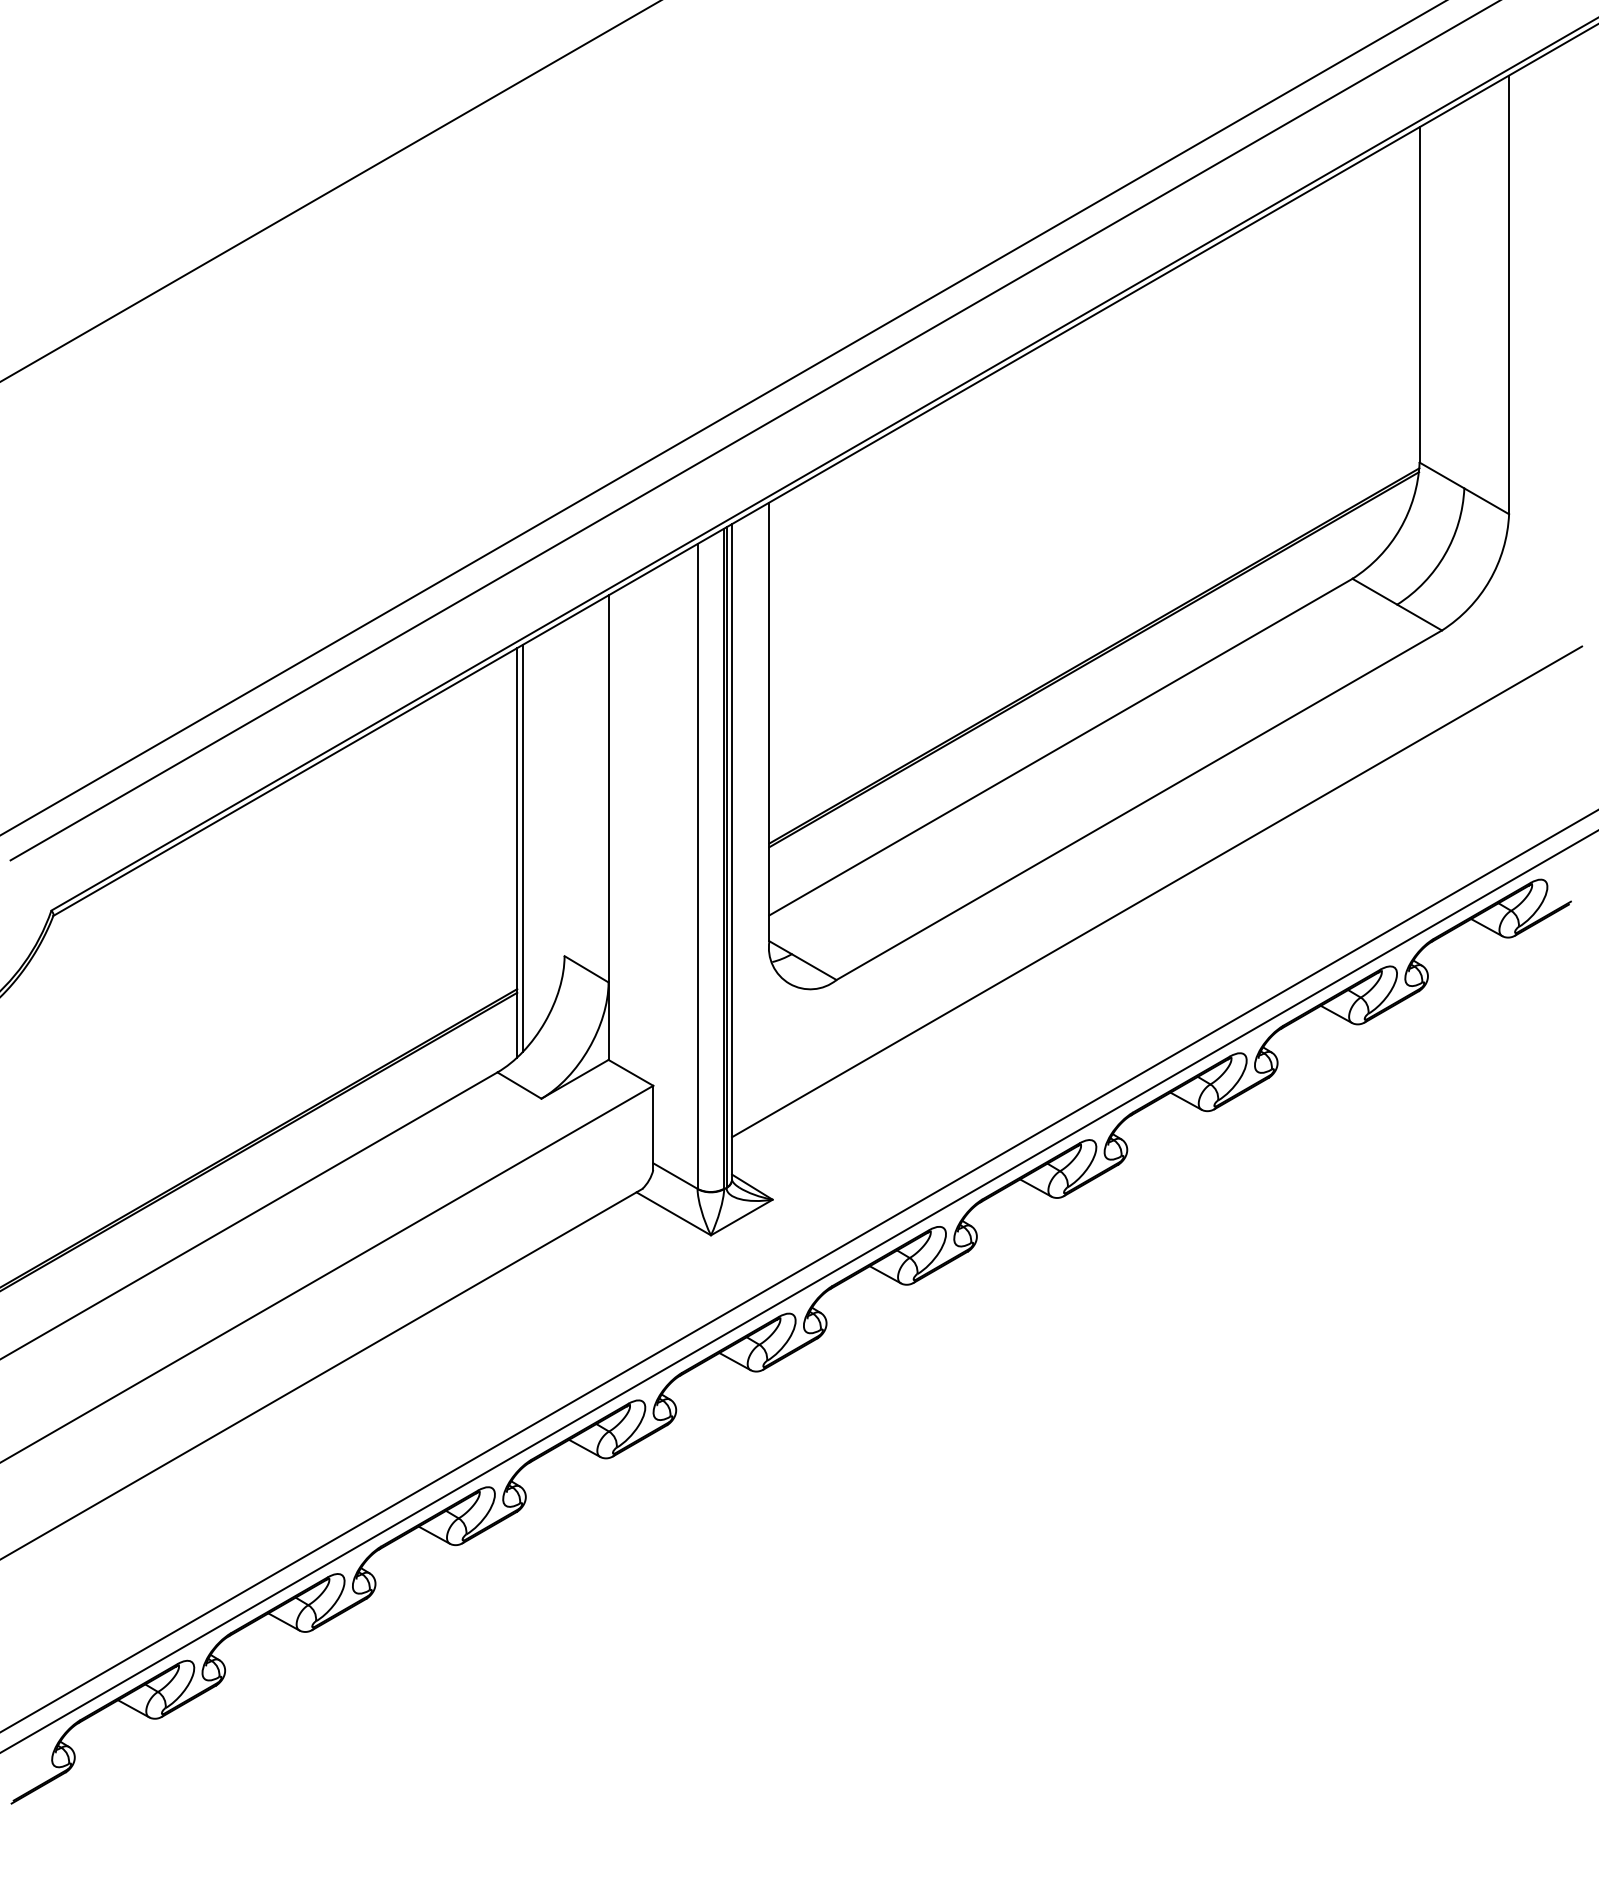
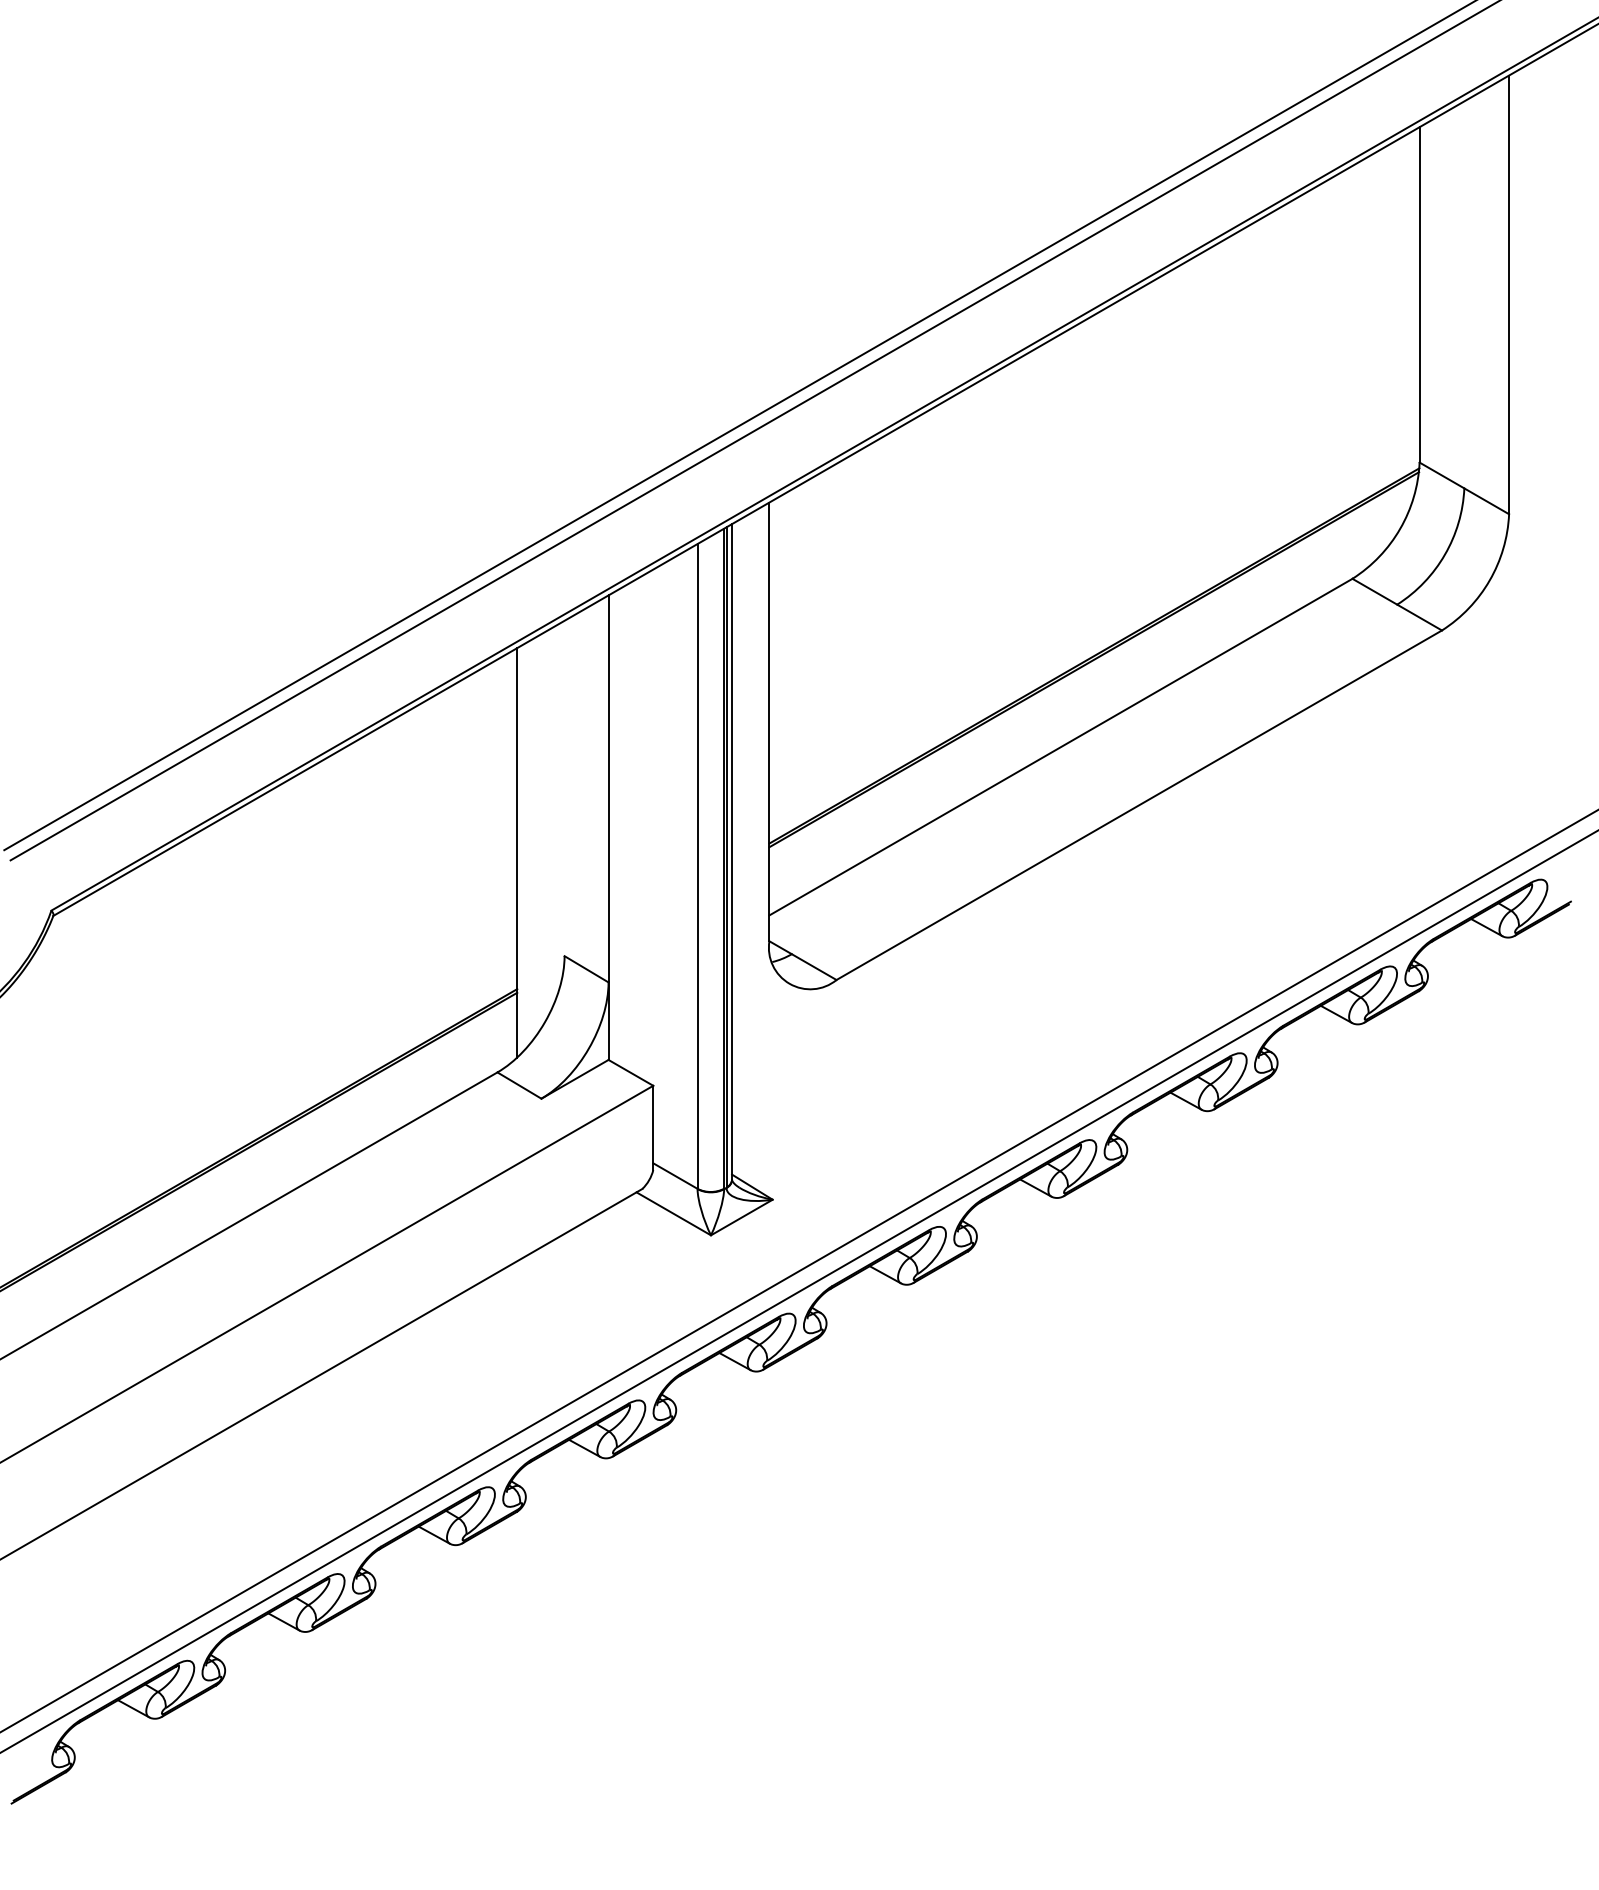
line at (329, 191): present -> none
line at (722, 418) position: (722, 418) -> (738, 426)
line at (522, 848): present -> none
line at (1157, 891): present -> none
